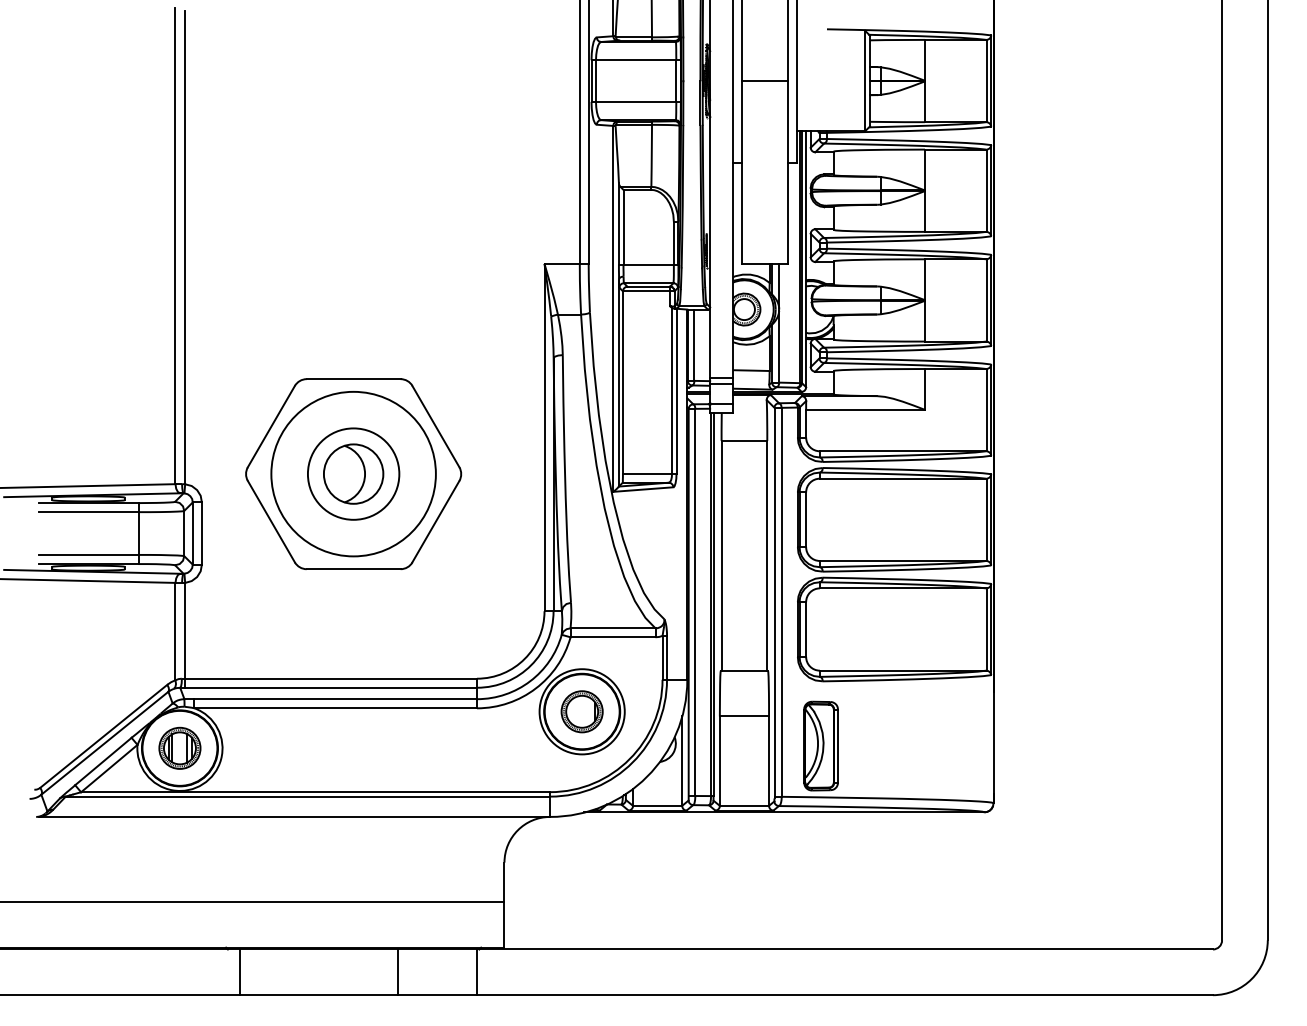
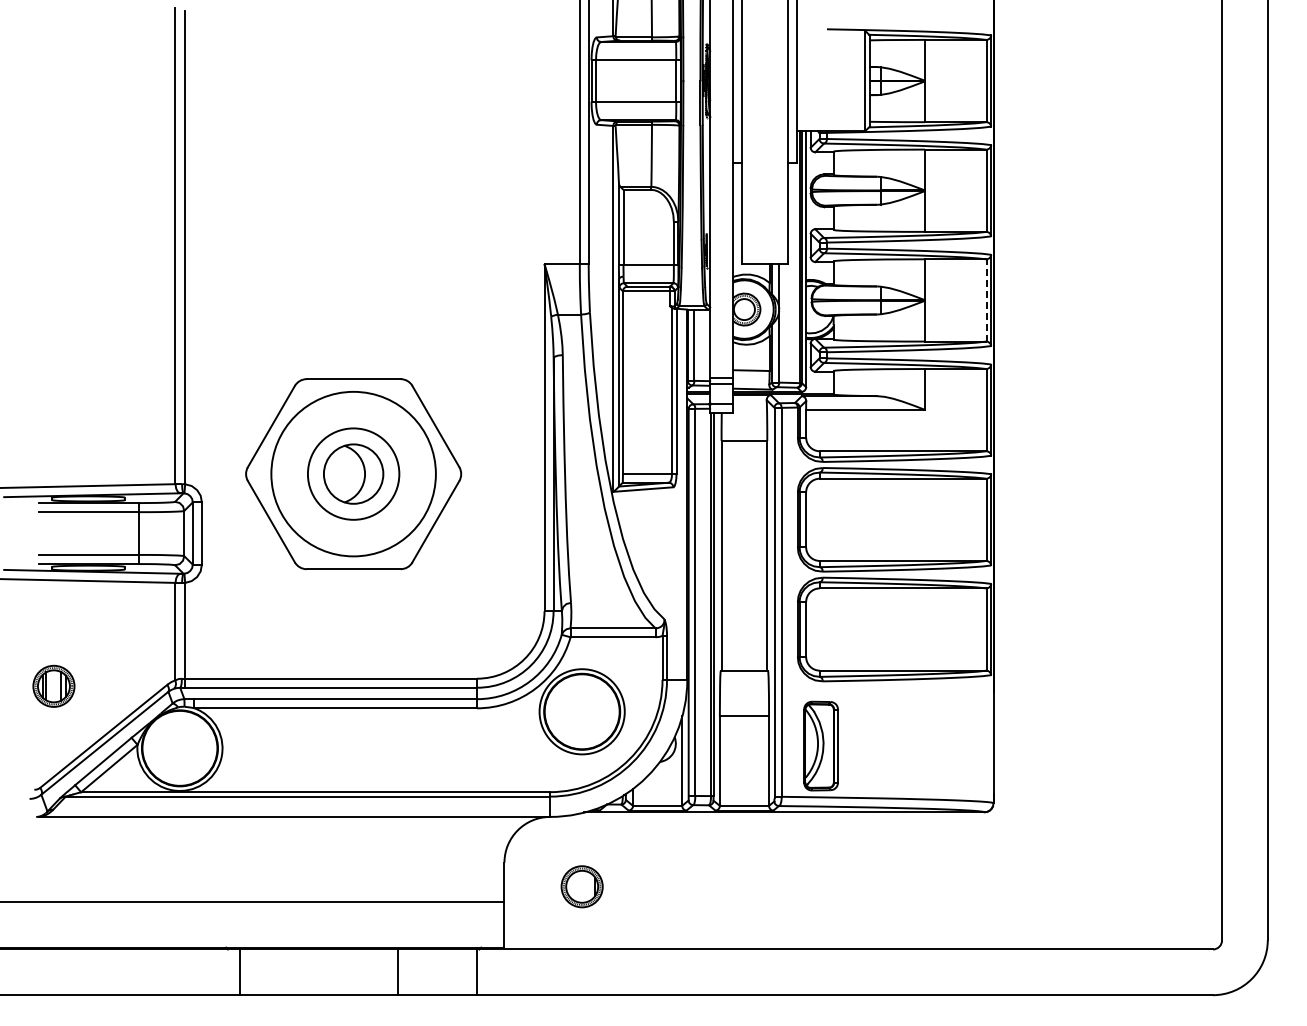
line at (764, 81): present -> none
line at (986, 299): solid -> dashed
part at (581, 711) position: (581, 711) -> (581, 886)
part at (179, 747) position: (179, 747) -> (53, 685)
